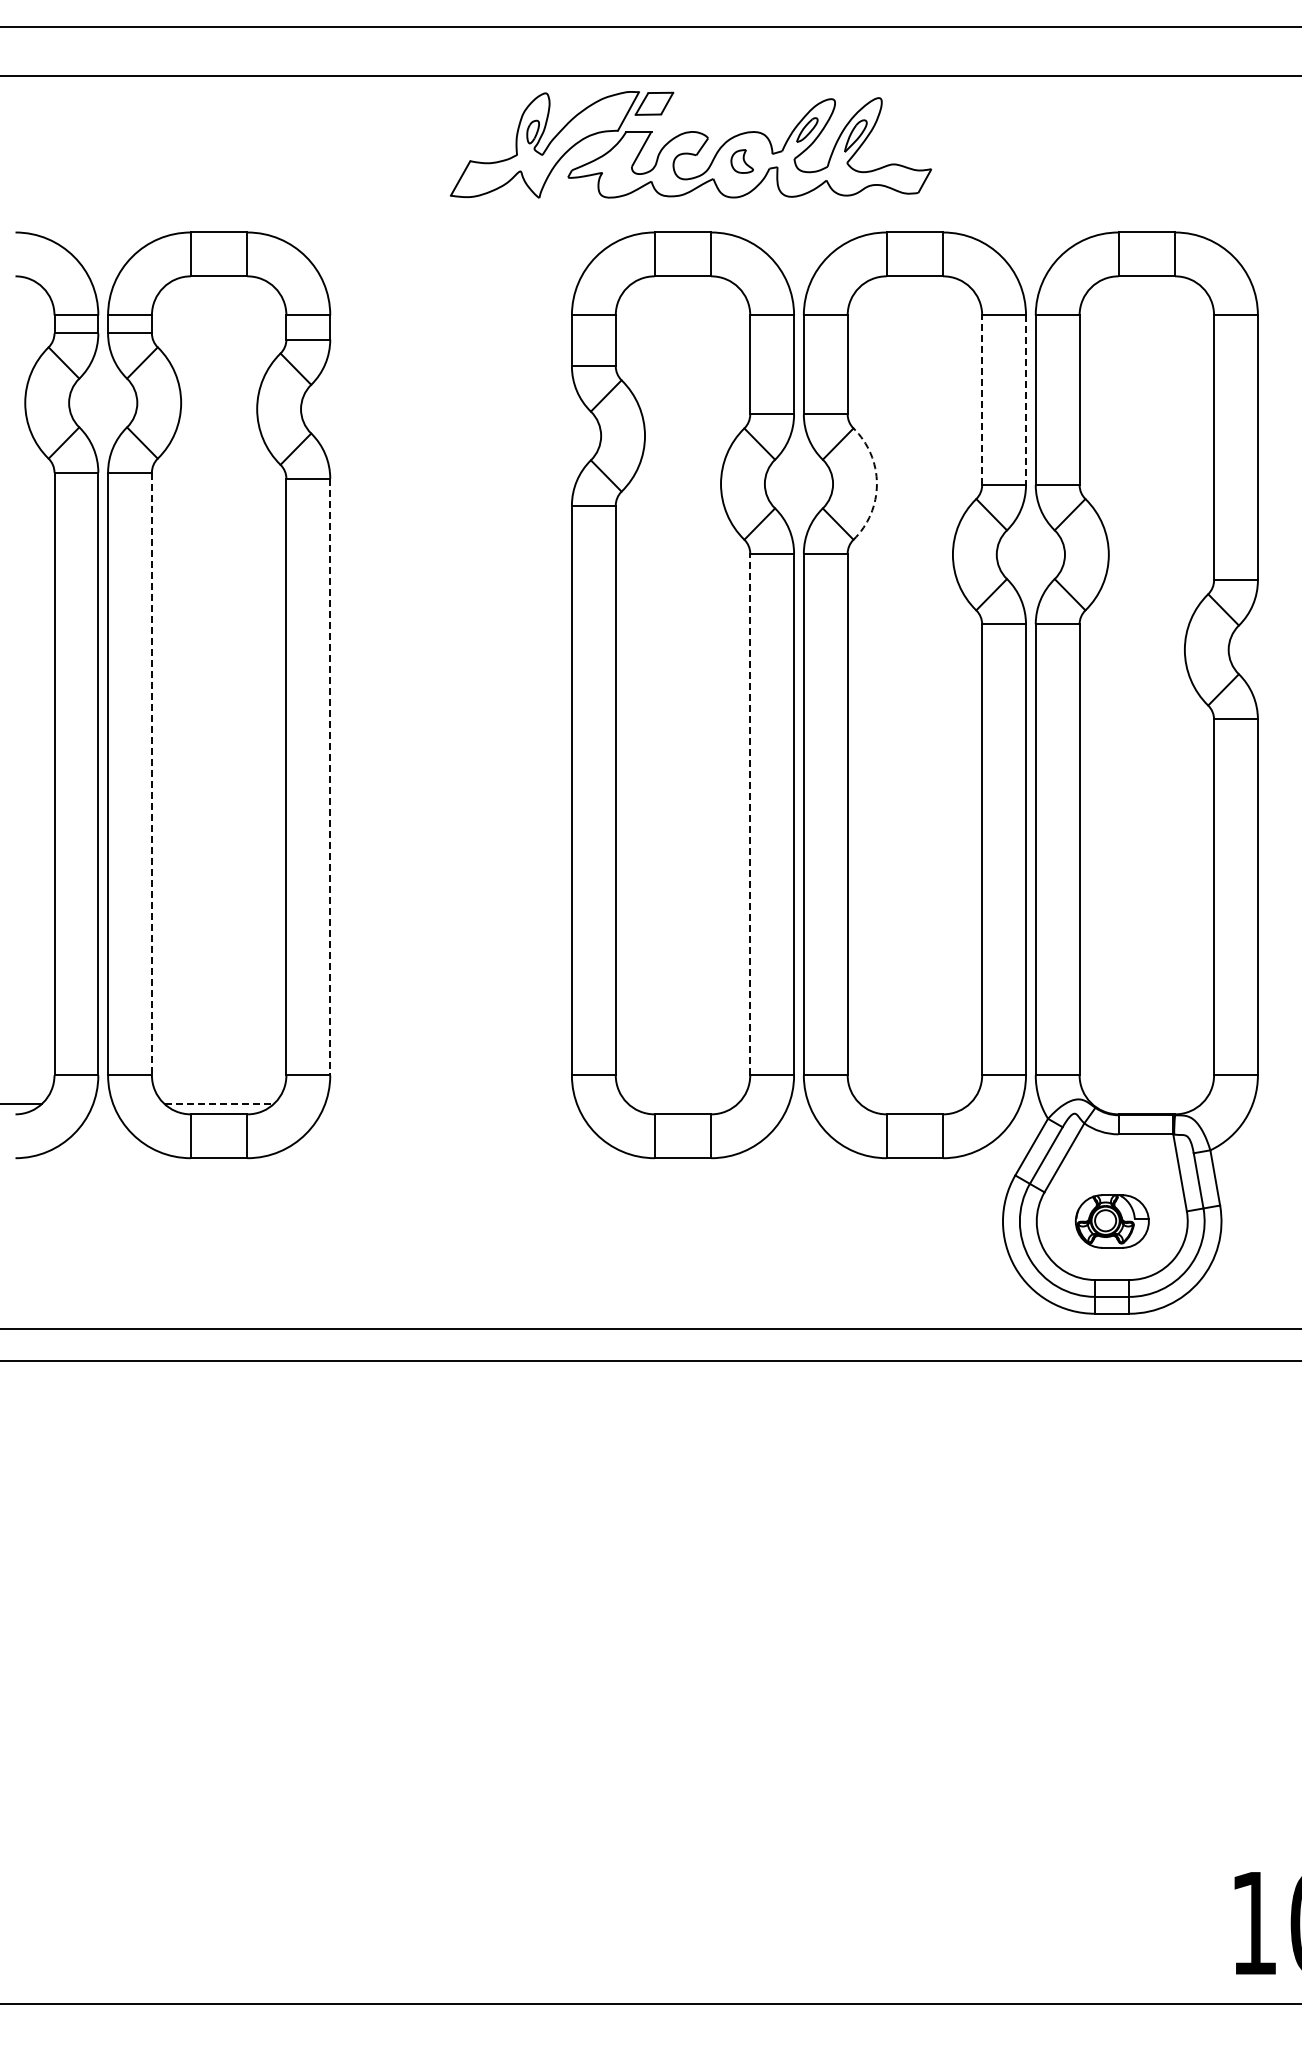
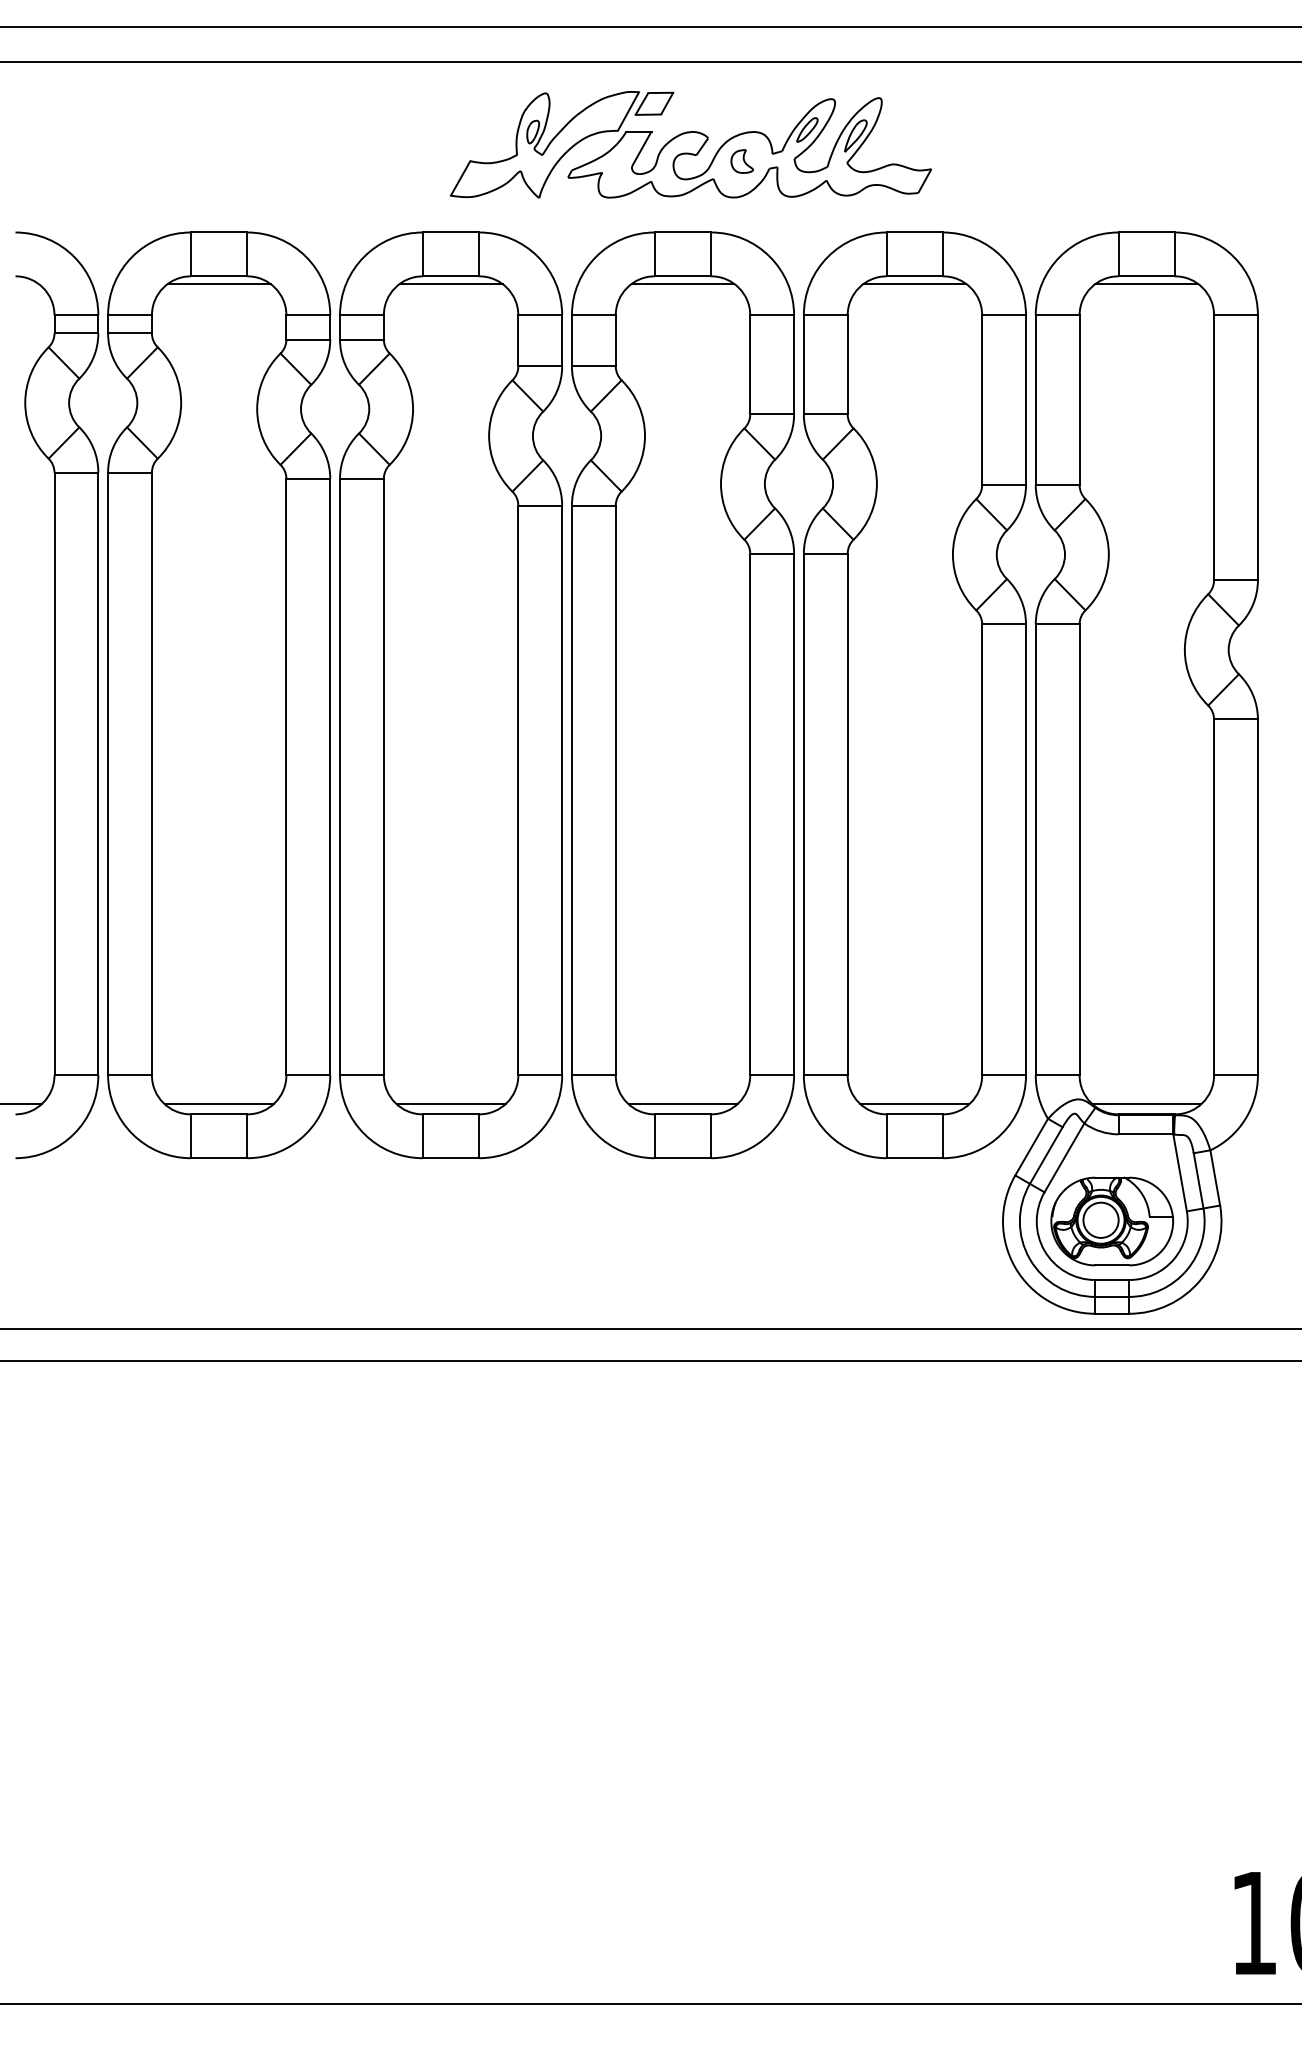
line at (650, 75) position: (650, 75) -> (650, 61)
line at (218, 284): none -> present
line at (682, 284): none -> present
line at (914, 284): none -> present
line at (1146, 284): none -> present
line at (982, 400): dashed -> solid
line at (1026, 400): dashed -> solid
arc at (876, 484): dashed -> solid
part at (451, 695): none -> present
line at (151, 774): dashed -> solid
line at (330, 777): dashed -> solid
line at (750, 814): dashed -> solid
line at (219, 1104): dashed -> solid
line at (682, 1104): none -> present
line at (914, 1104): none -> present
line at (1146, 1104): none -> present
part at (1111, 1221) size: 76x55 px -> 125x91 px
